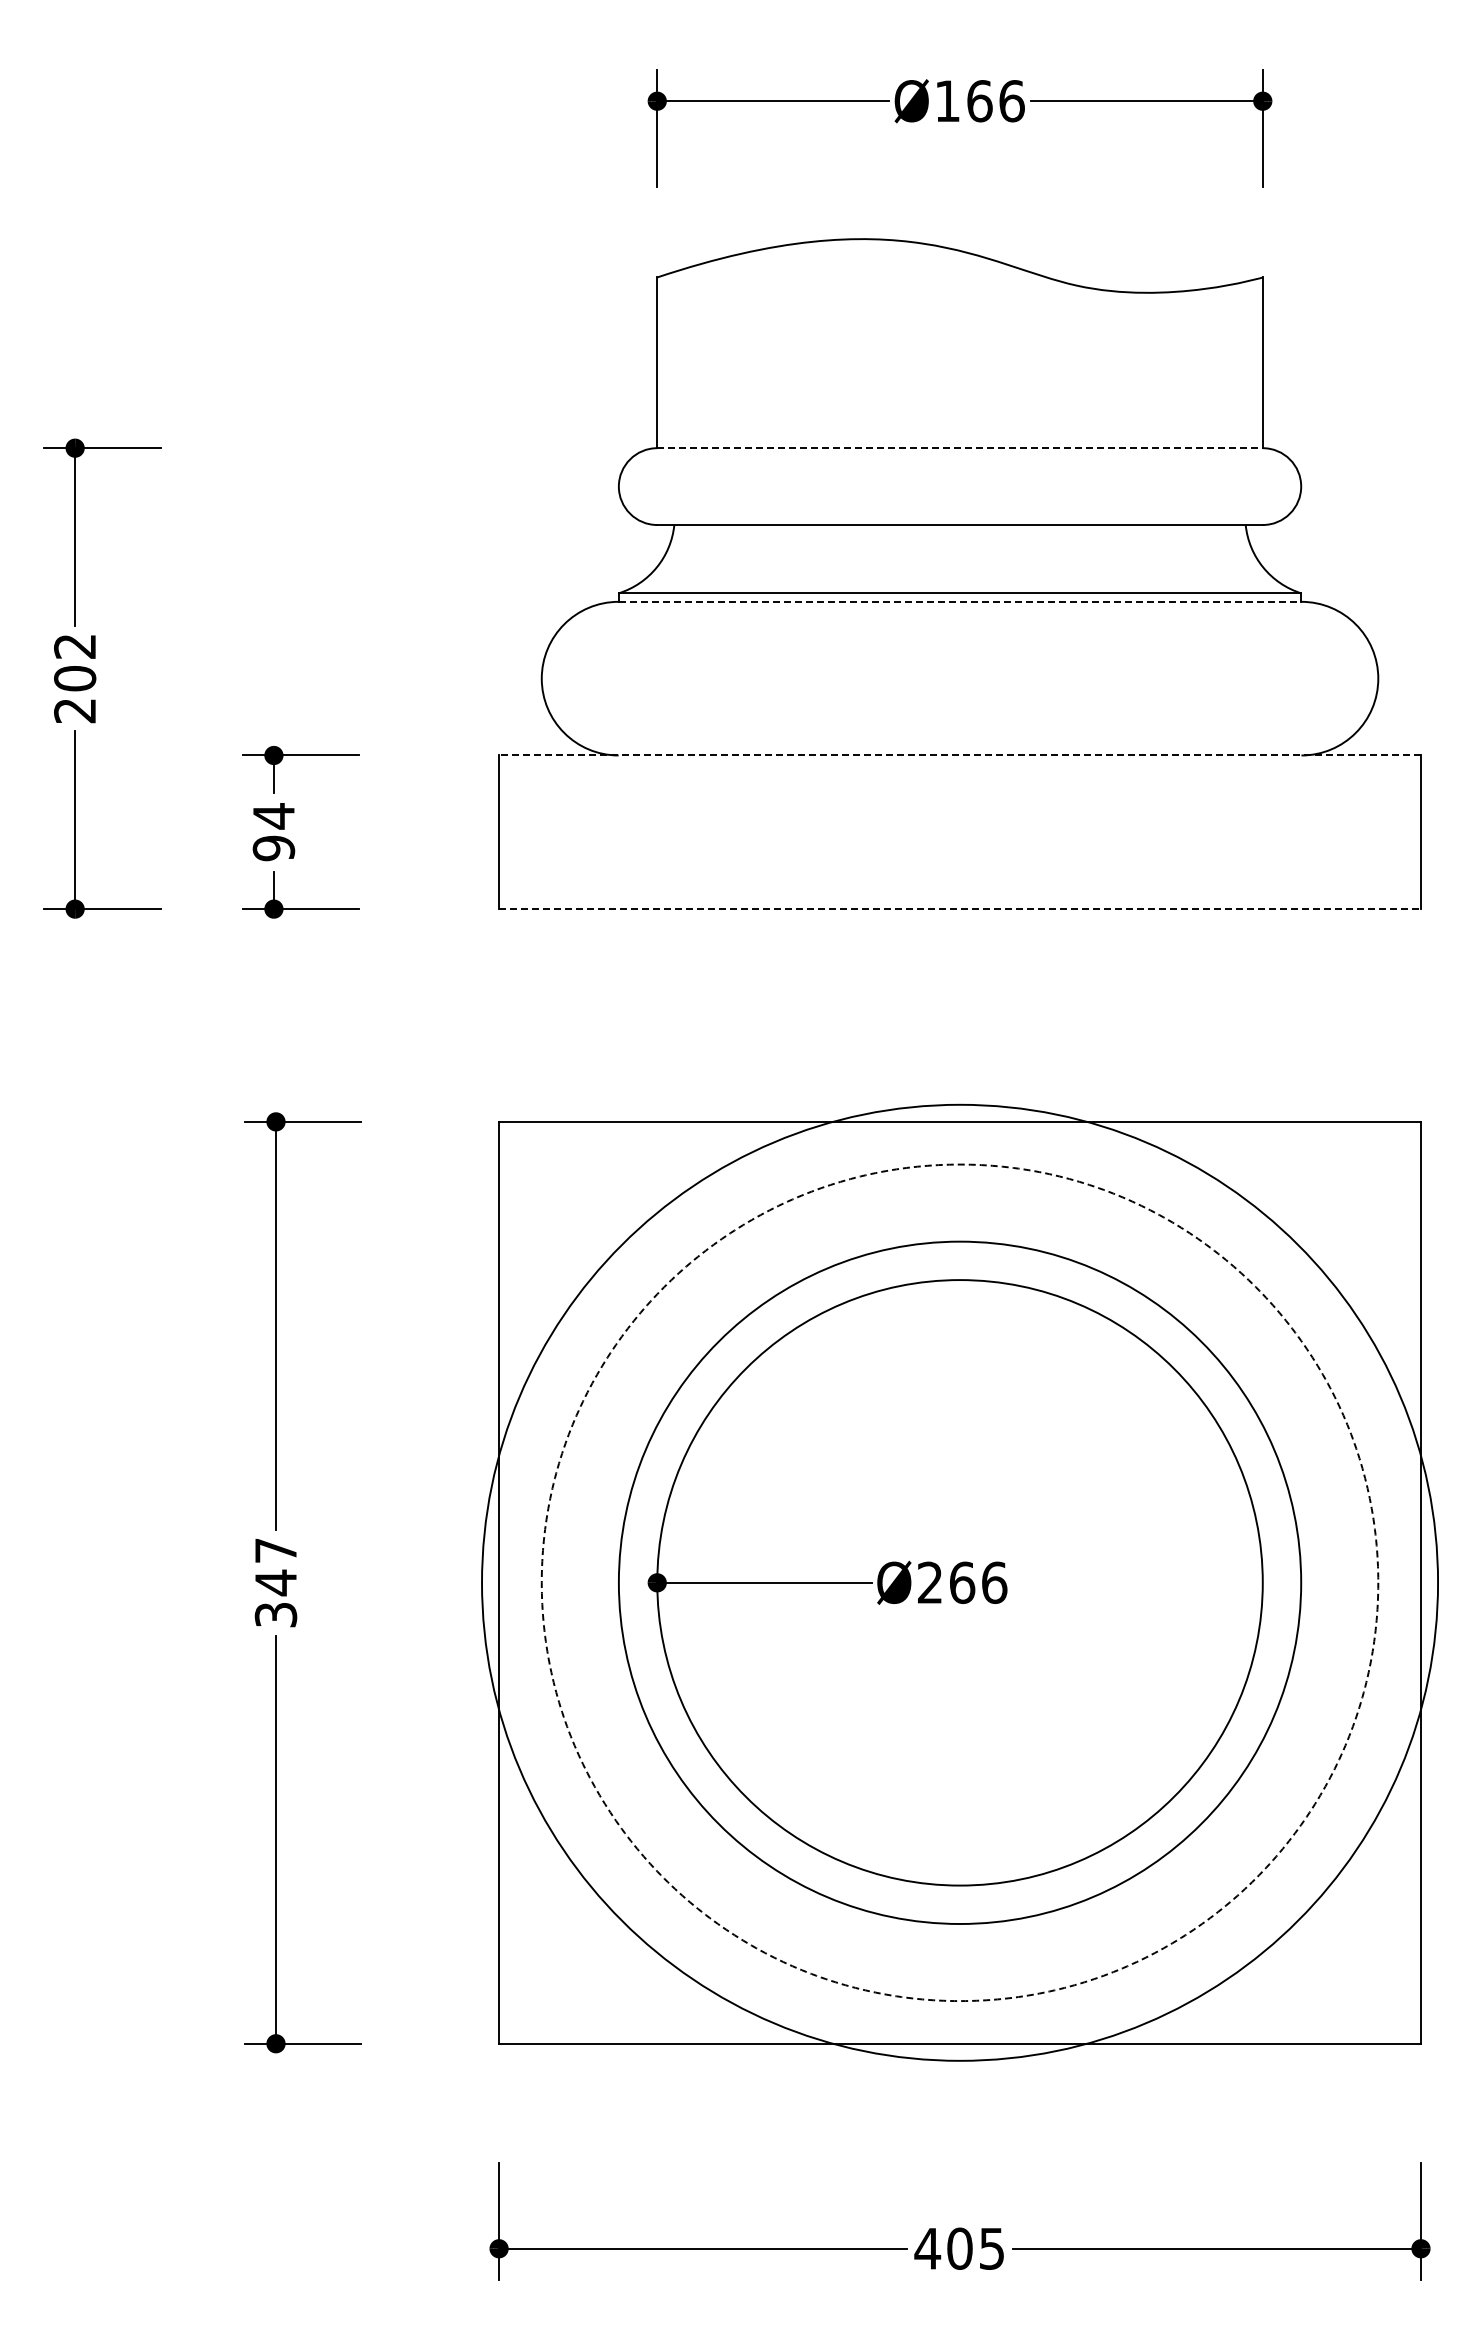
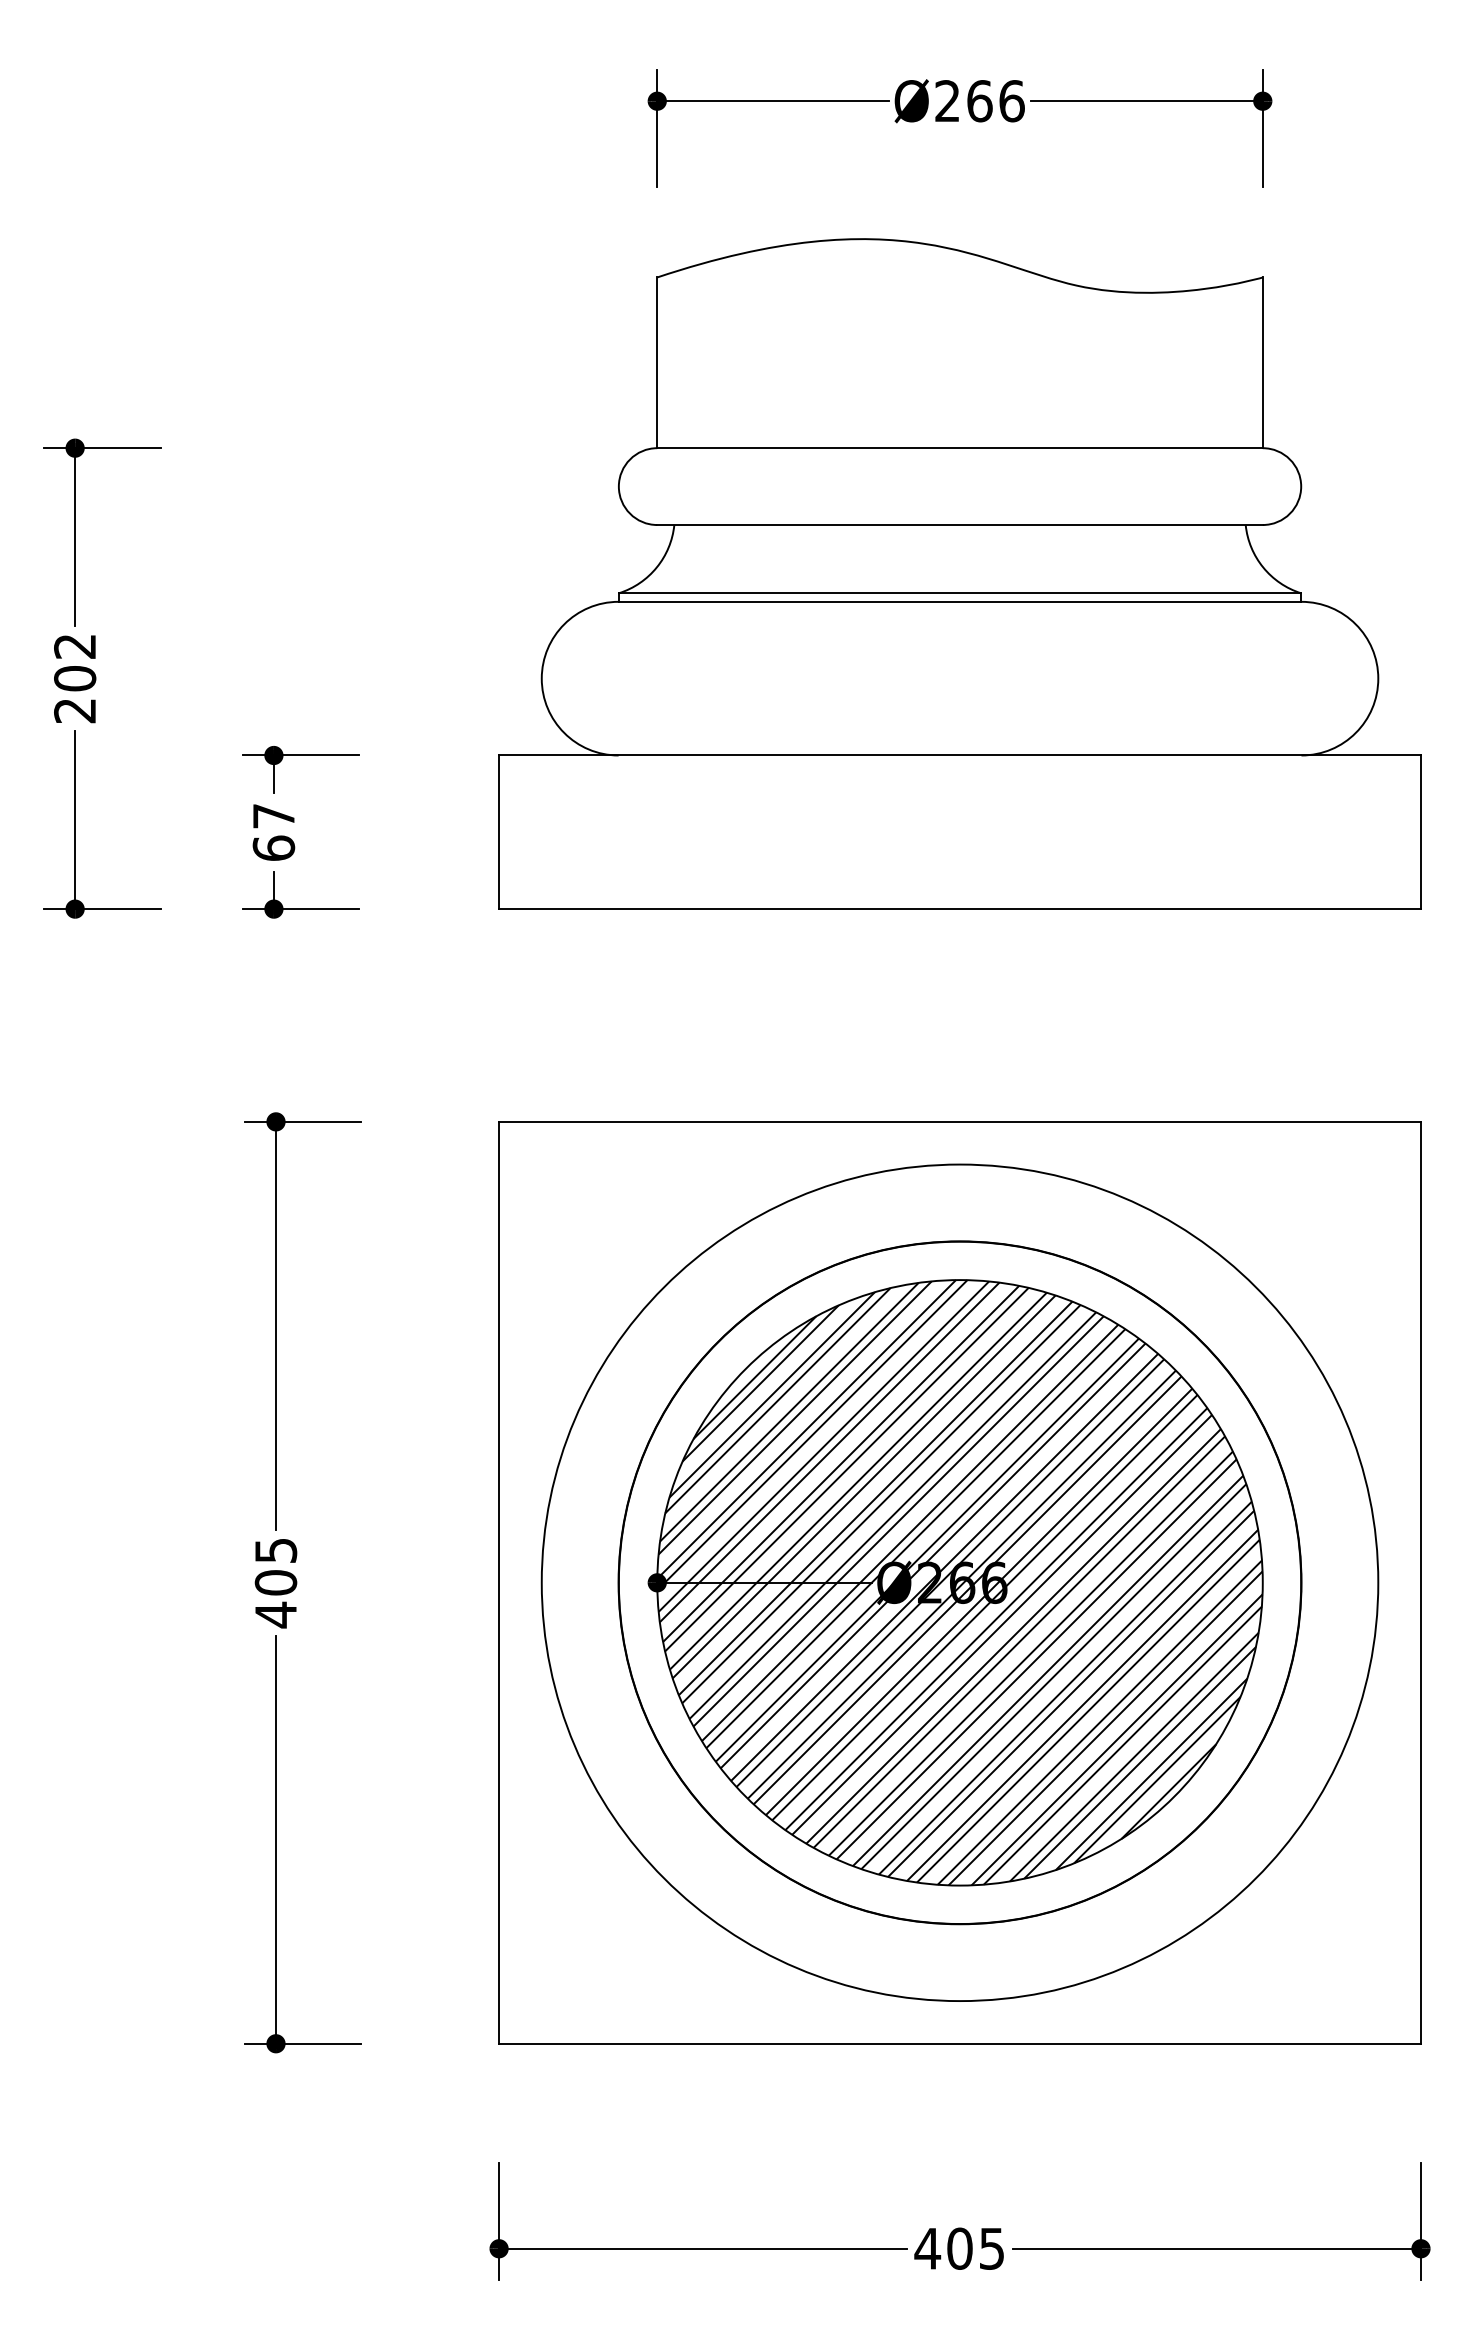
text at (947, 100): Ø166 -> Ø266
line at (960, 448): dashed -> solid
line at (960, 601): dashed -> solid
line at (960, 755): dashed -> solid
text at (273, 832): 94 -> 67
line at (960, 909): dashed -> solid
circle at (959, 1582): dashed -> solid
hatch at (959, 1582): none -> present
circle at (960, 1582) diameter: 956 px -> 683 px
text at (275, 1583): 347 -> 405
